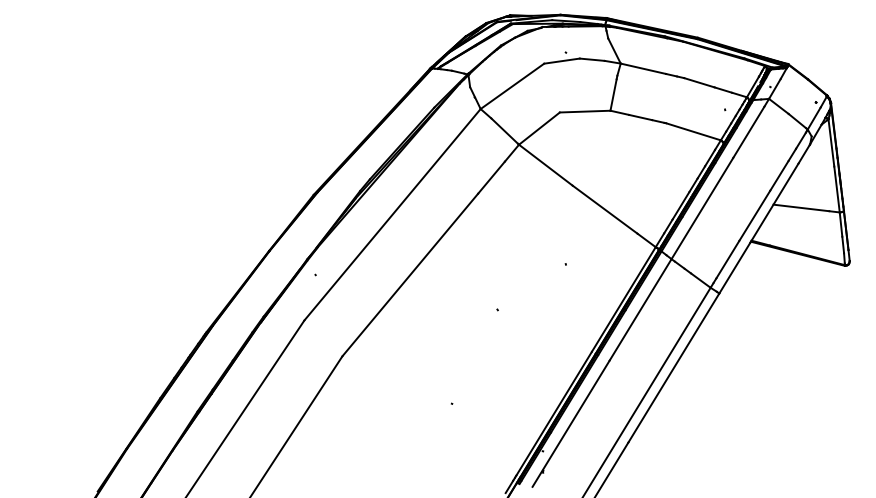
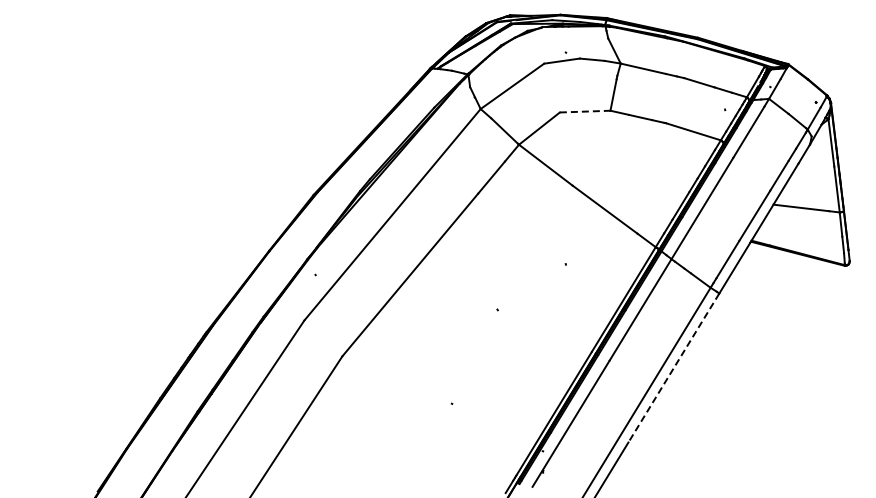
line at (585, 111): solid -> dashed
line at (673, 368): solid -> dashed
